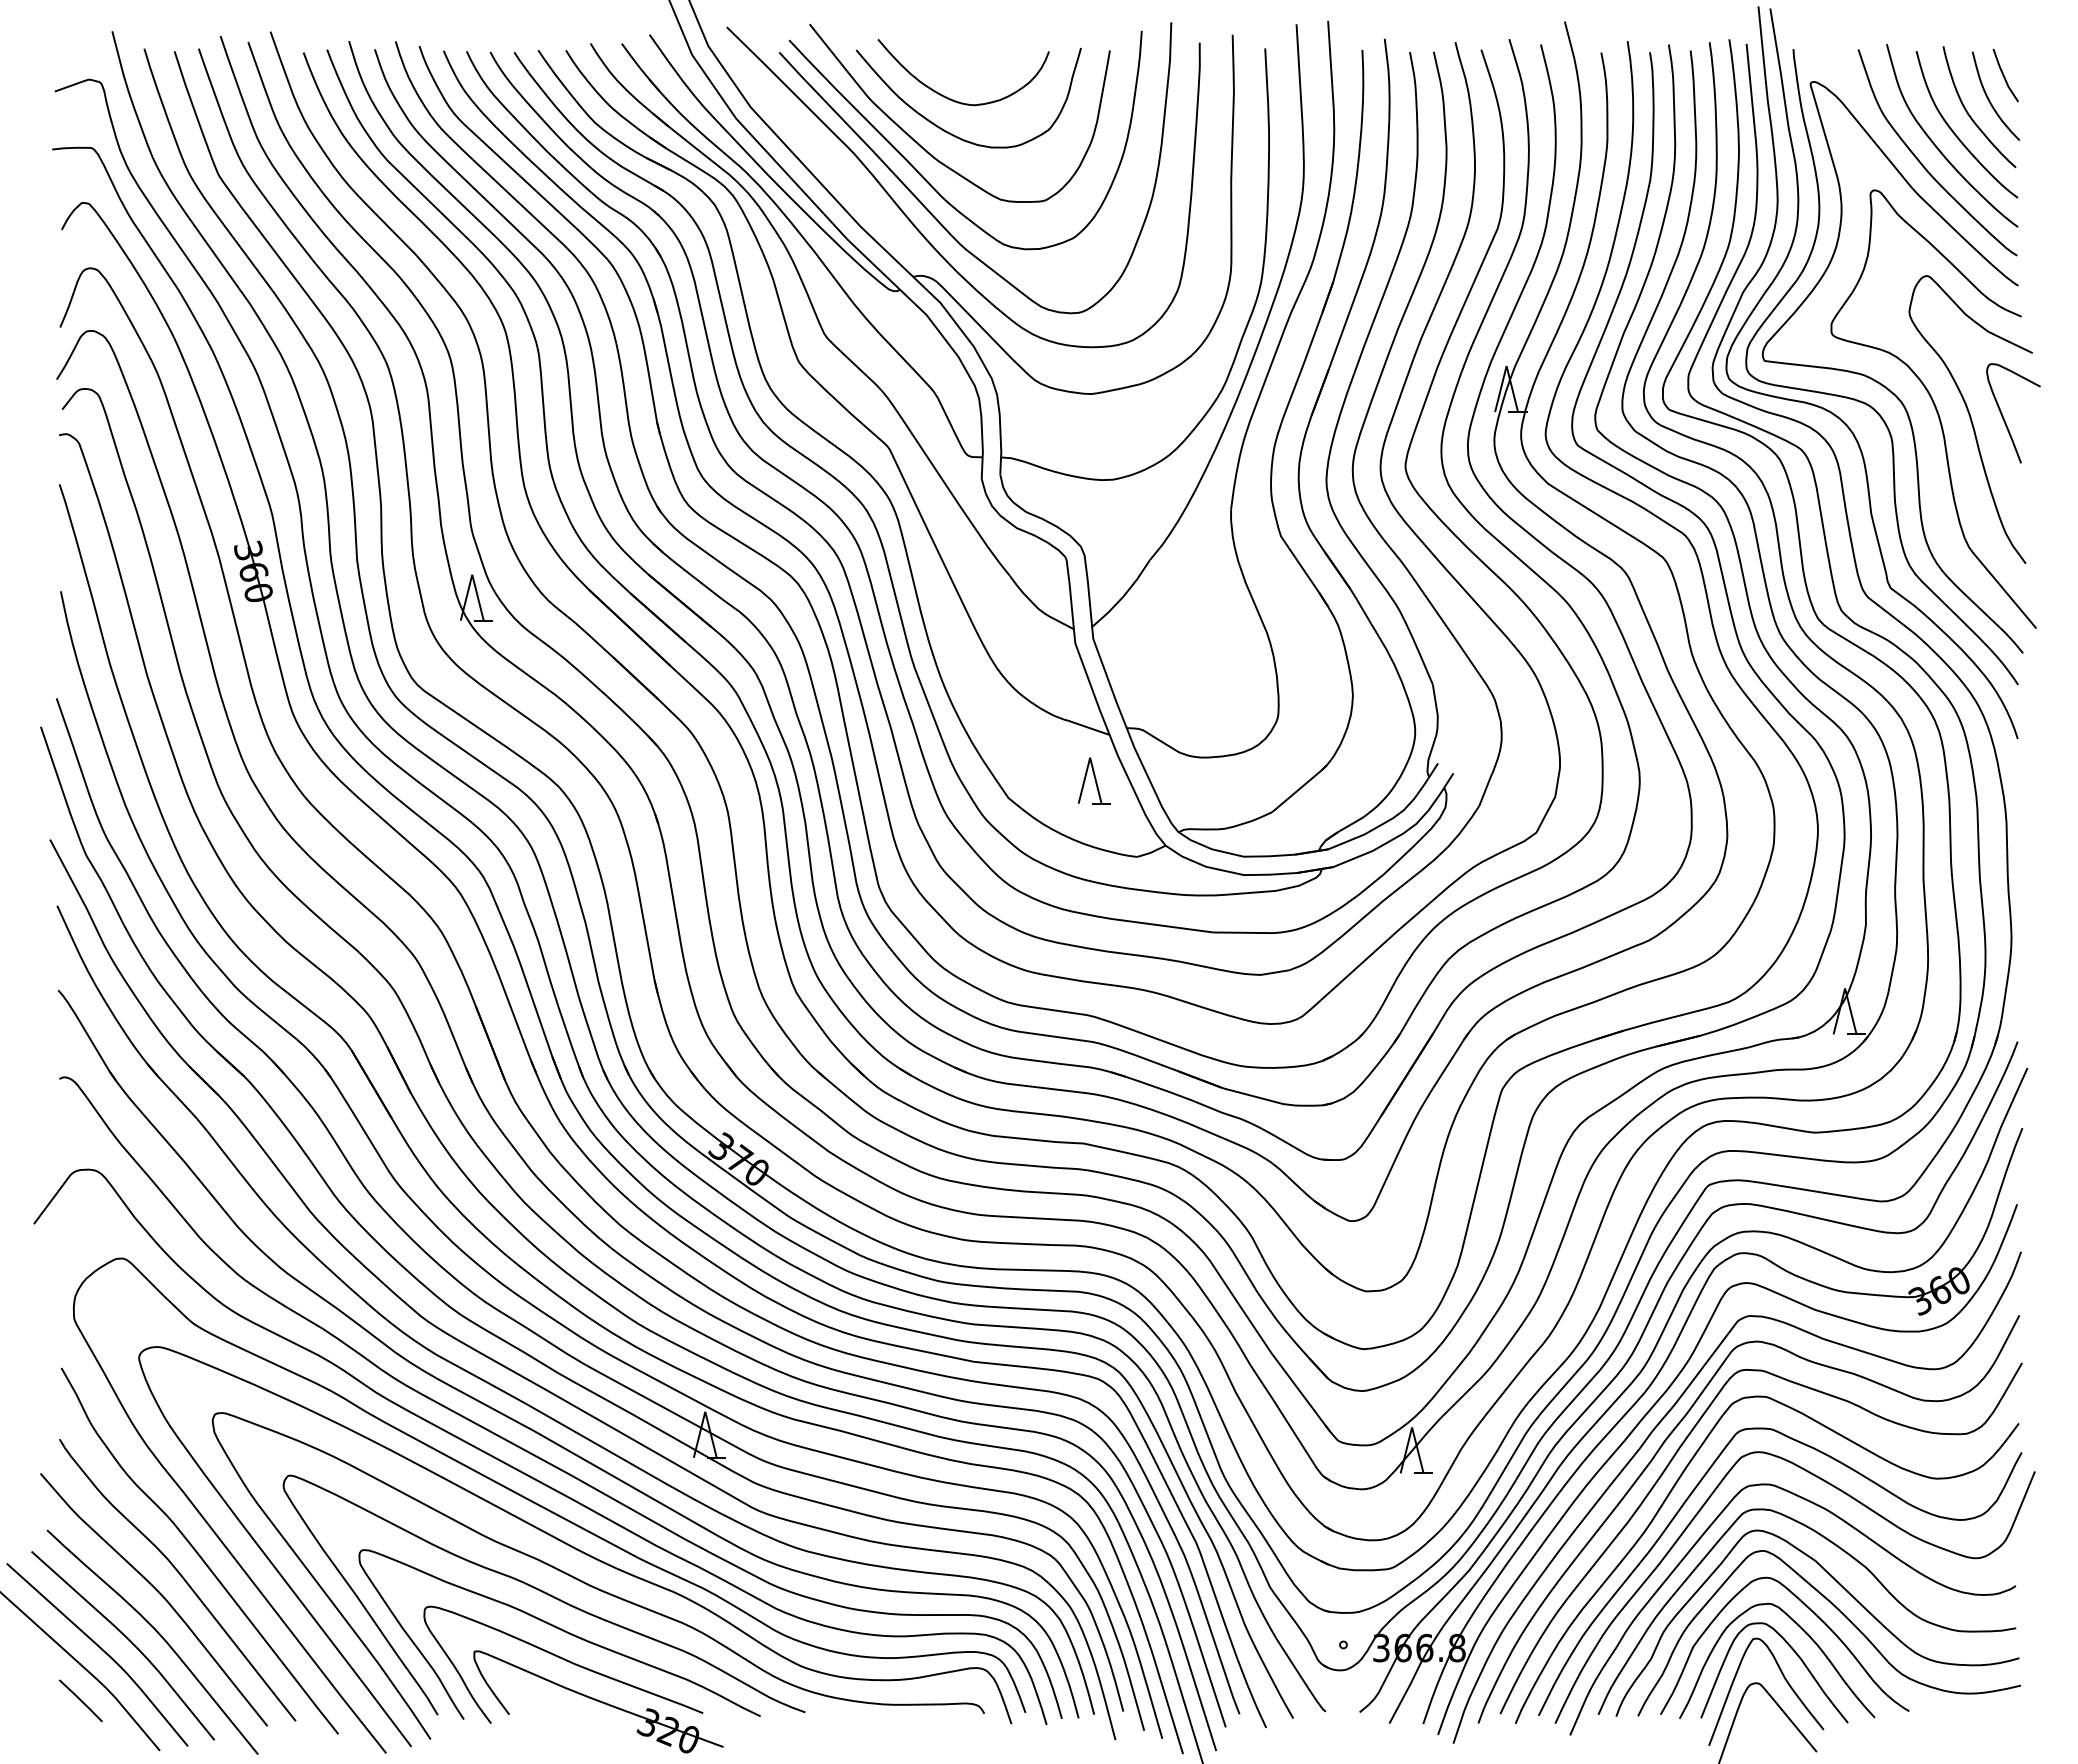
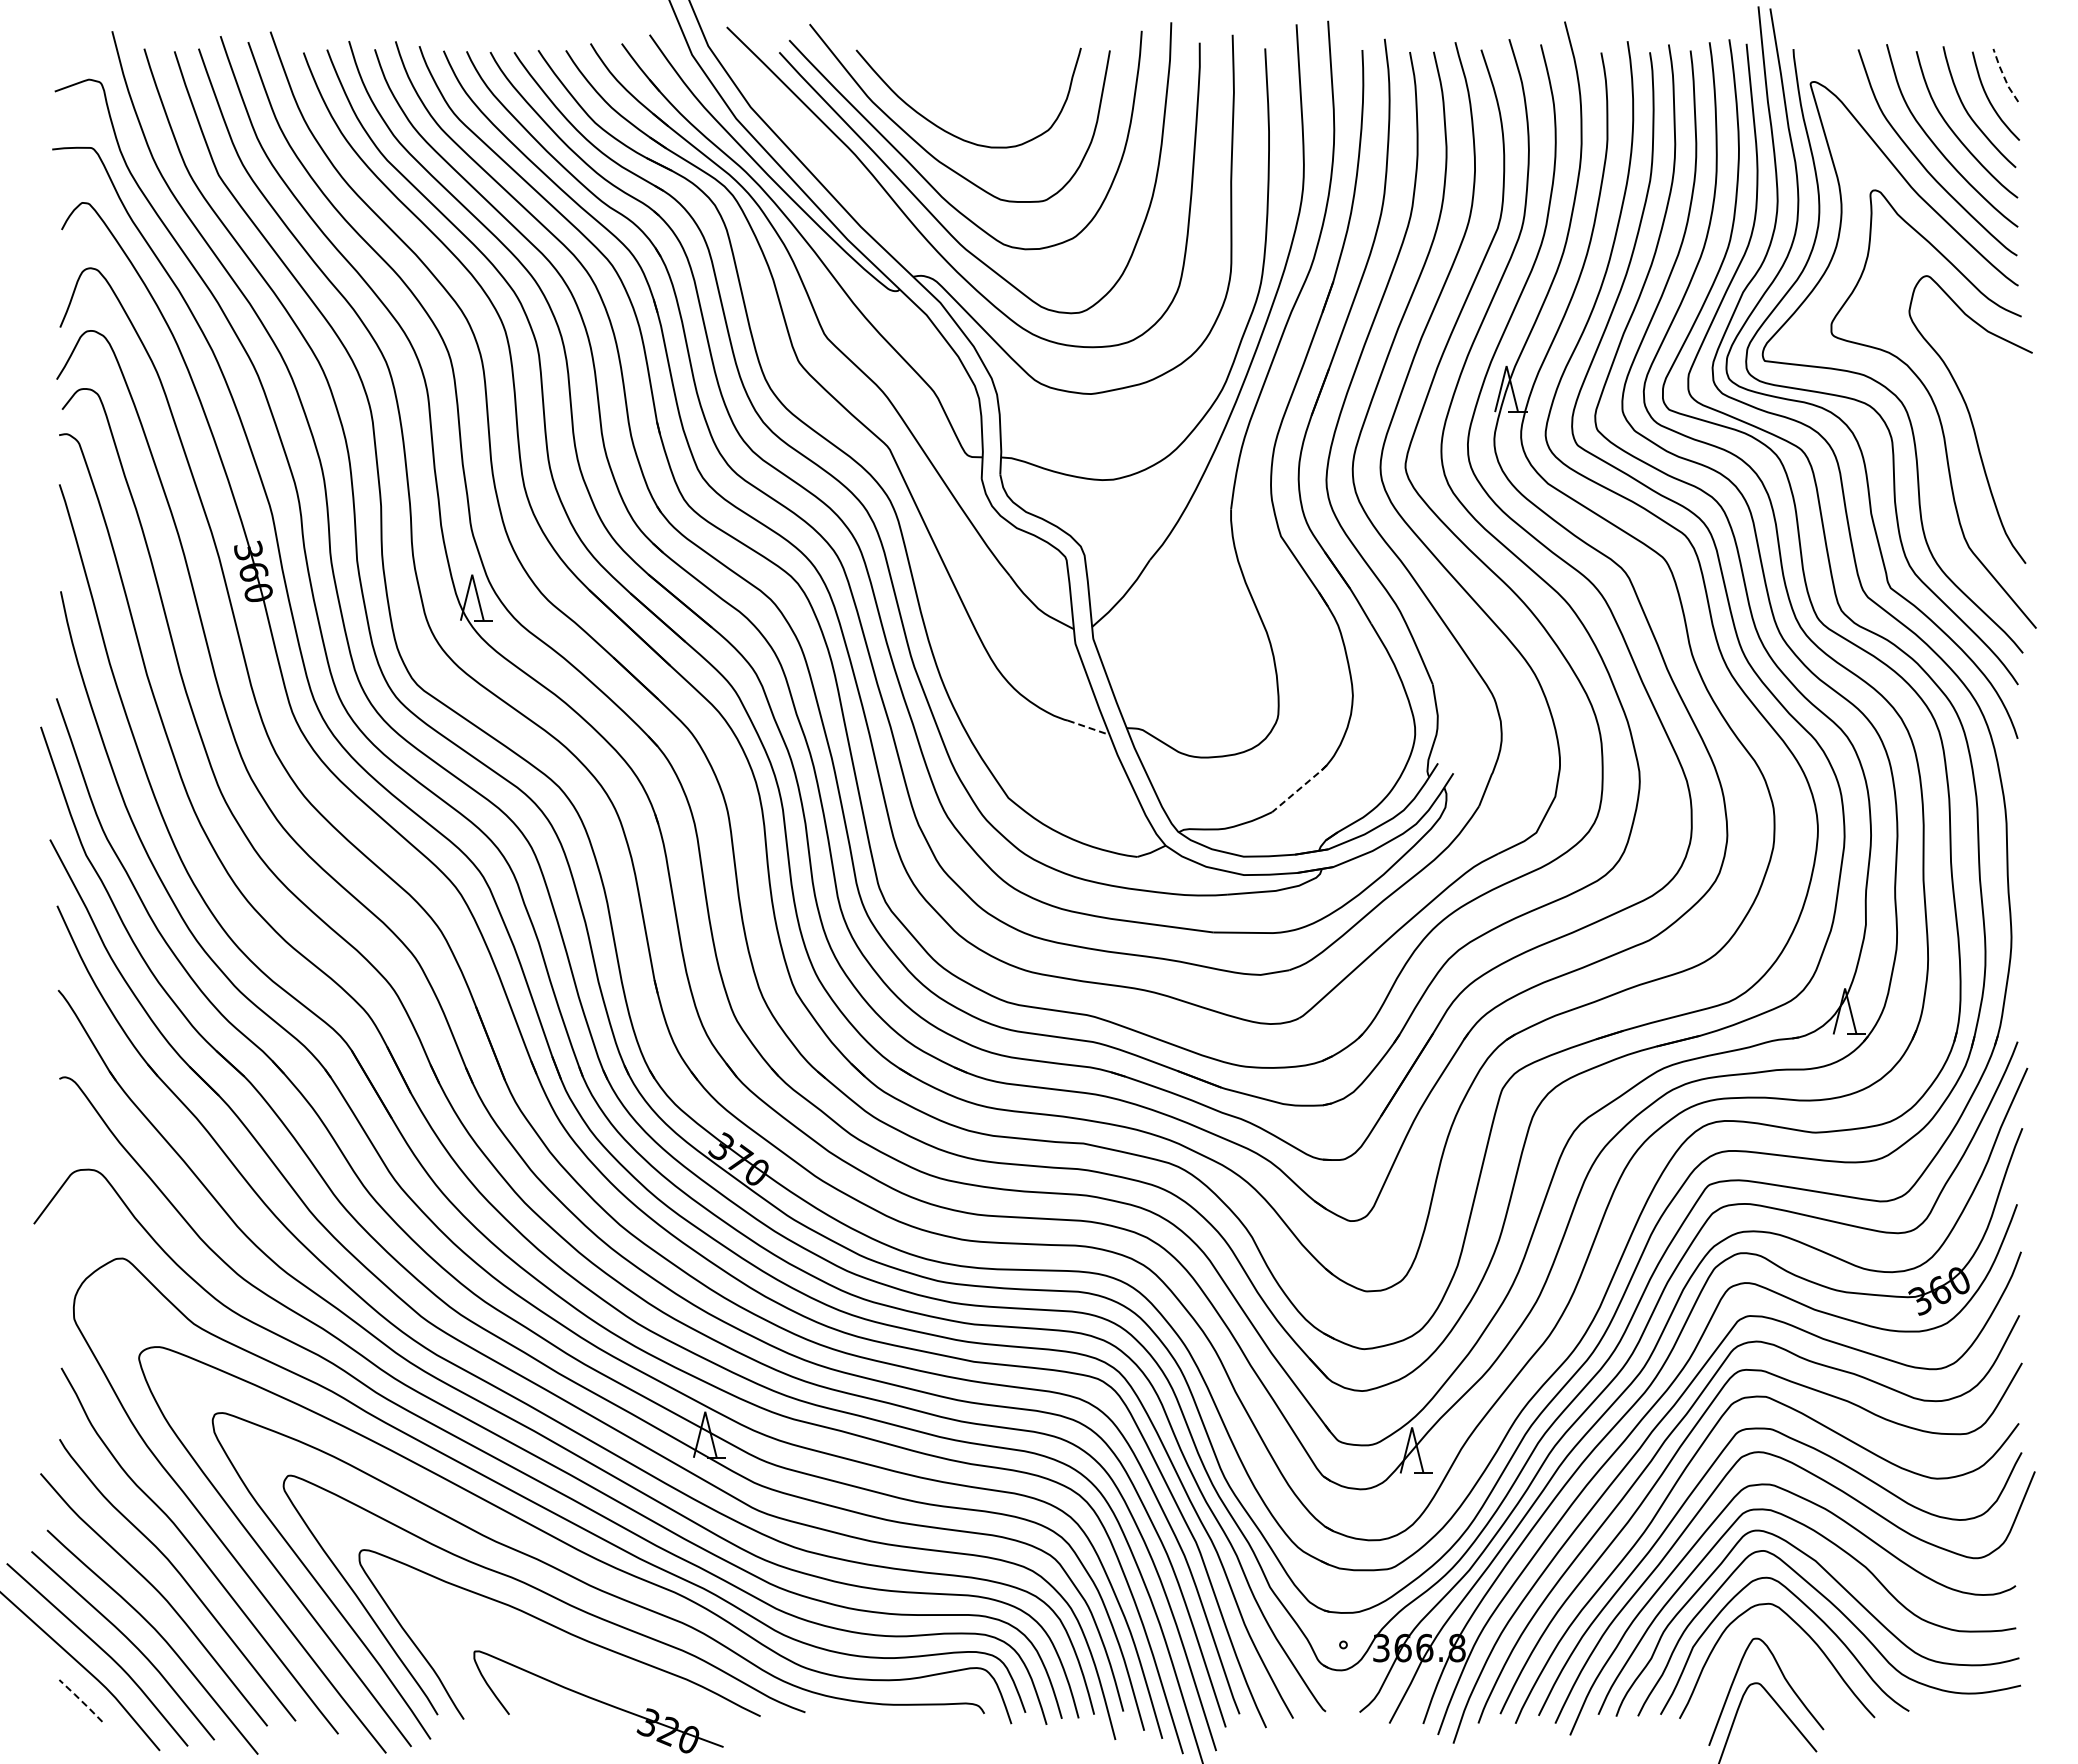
line at (2003, 75): solid -> dashed
curve at (951, 98): present -> none
curve at (2003, 415): present -> none
line at (1089, 727): solid -> dashed
part at (1093, 780): present -> none
line at (1300, 788): solid -> dashed
curve at (1796, 1655): present -> none
curve at (564, 1660): present -> none
line at (80, 1700): solid -> dashed
